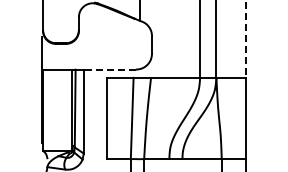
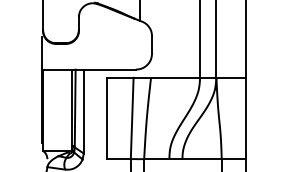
line at (245, 39): dashed -> solid
line at (109, 69): dashed -> solid
